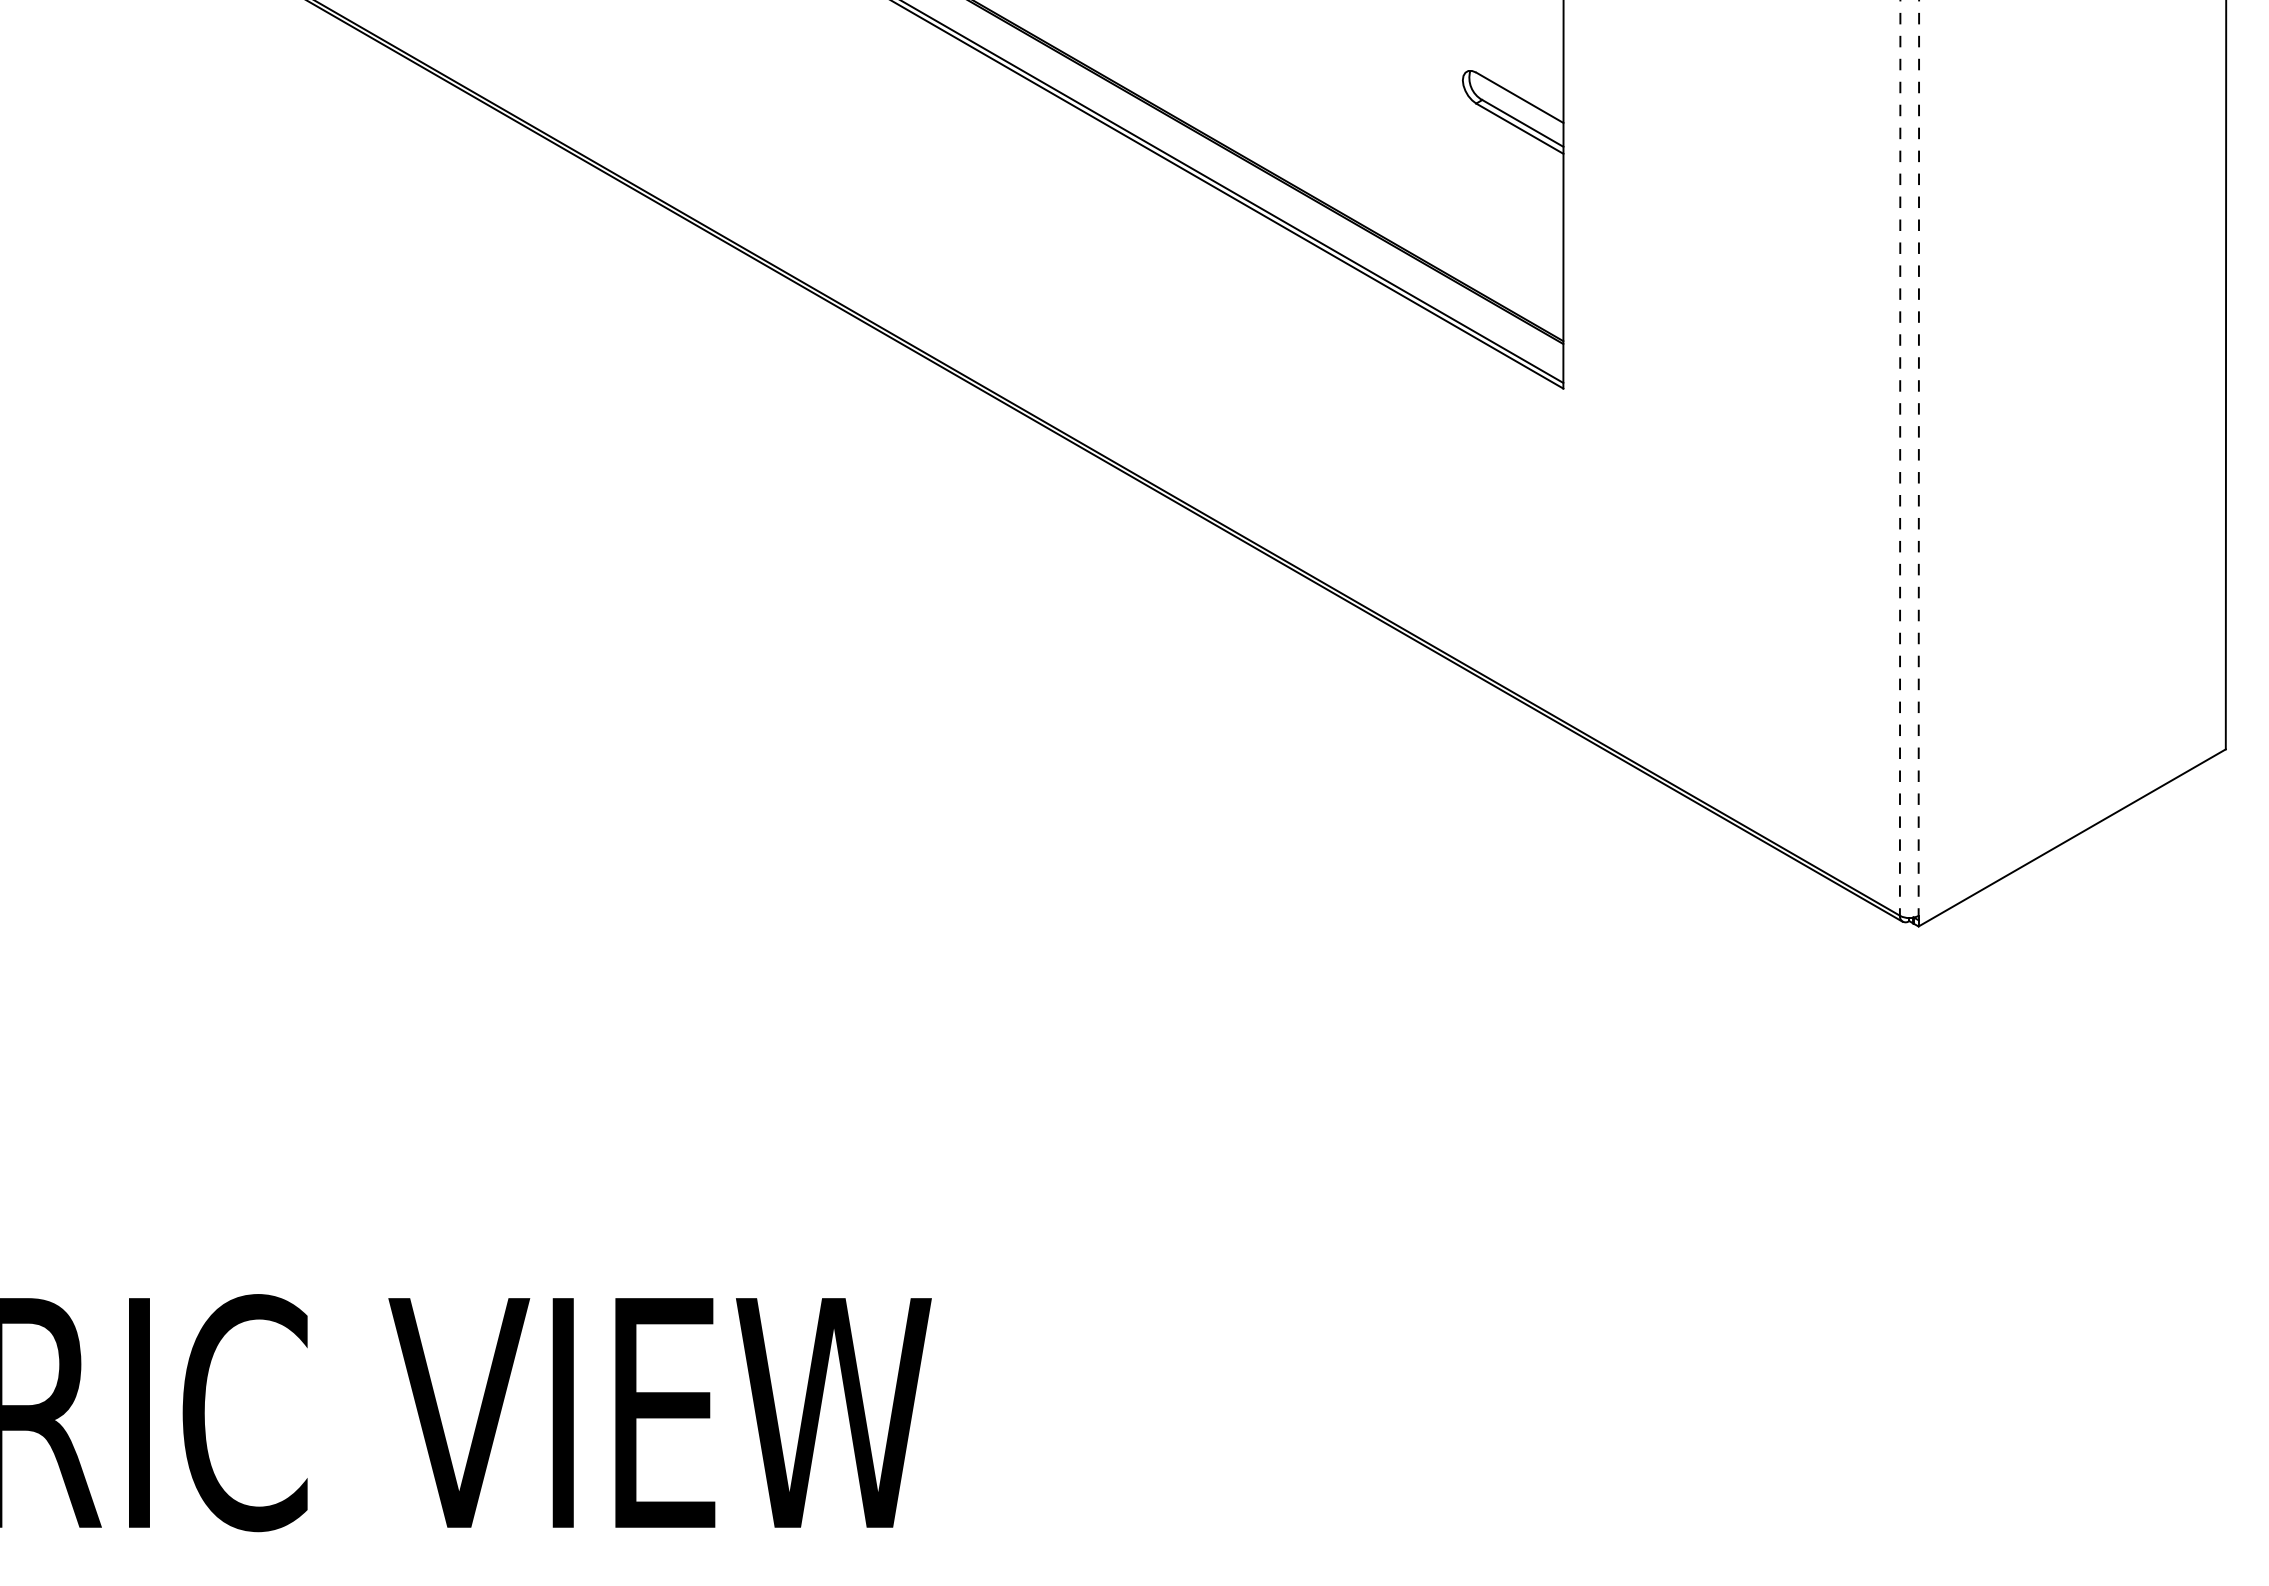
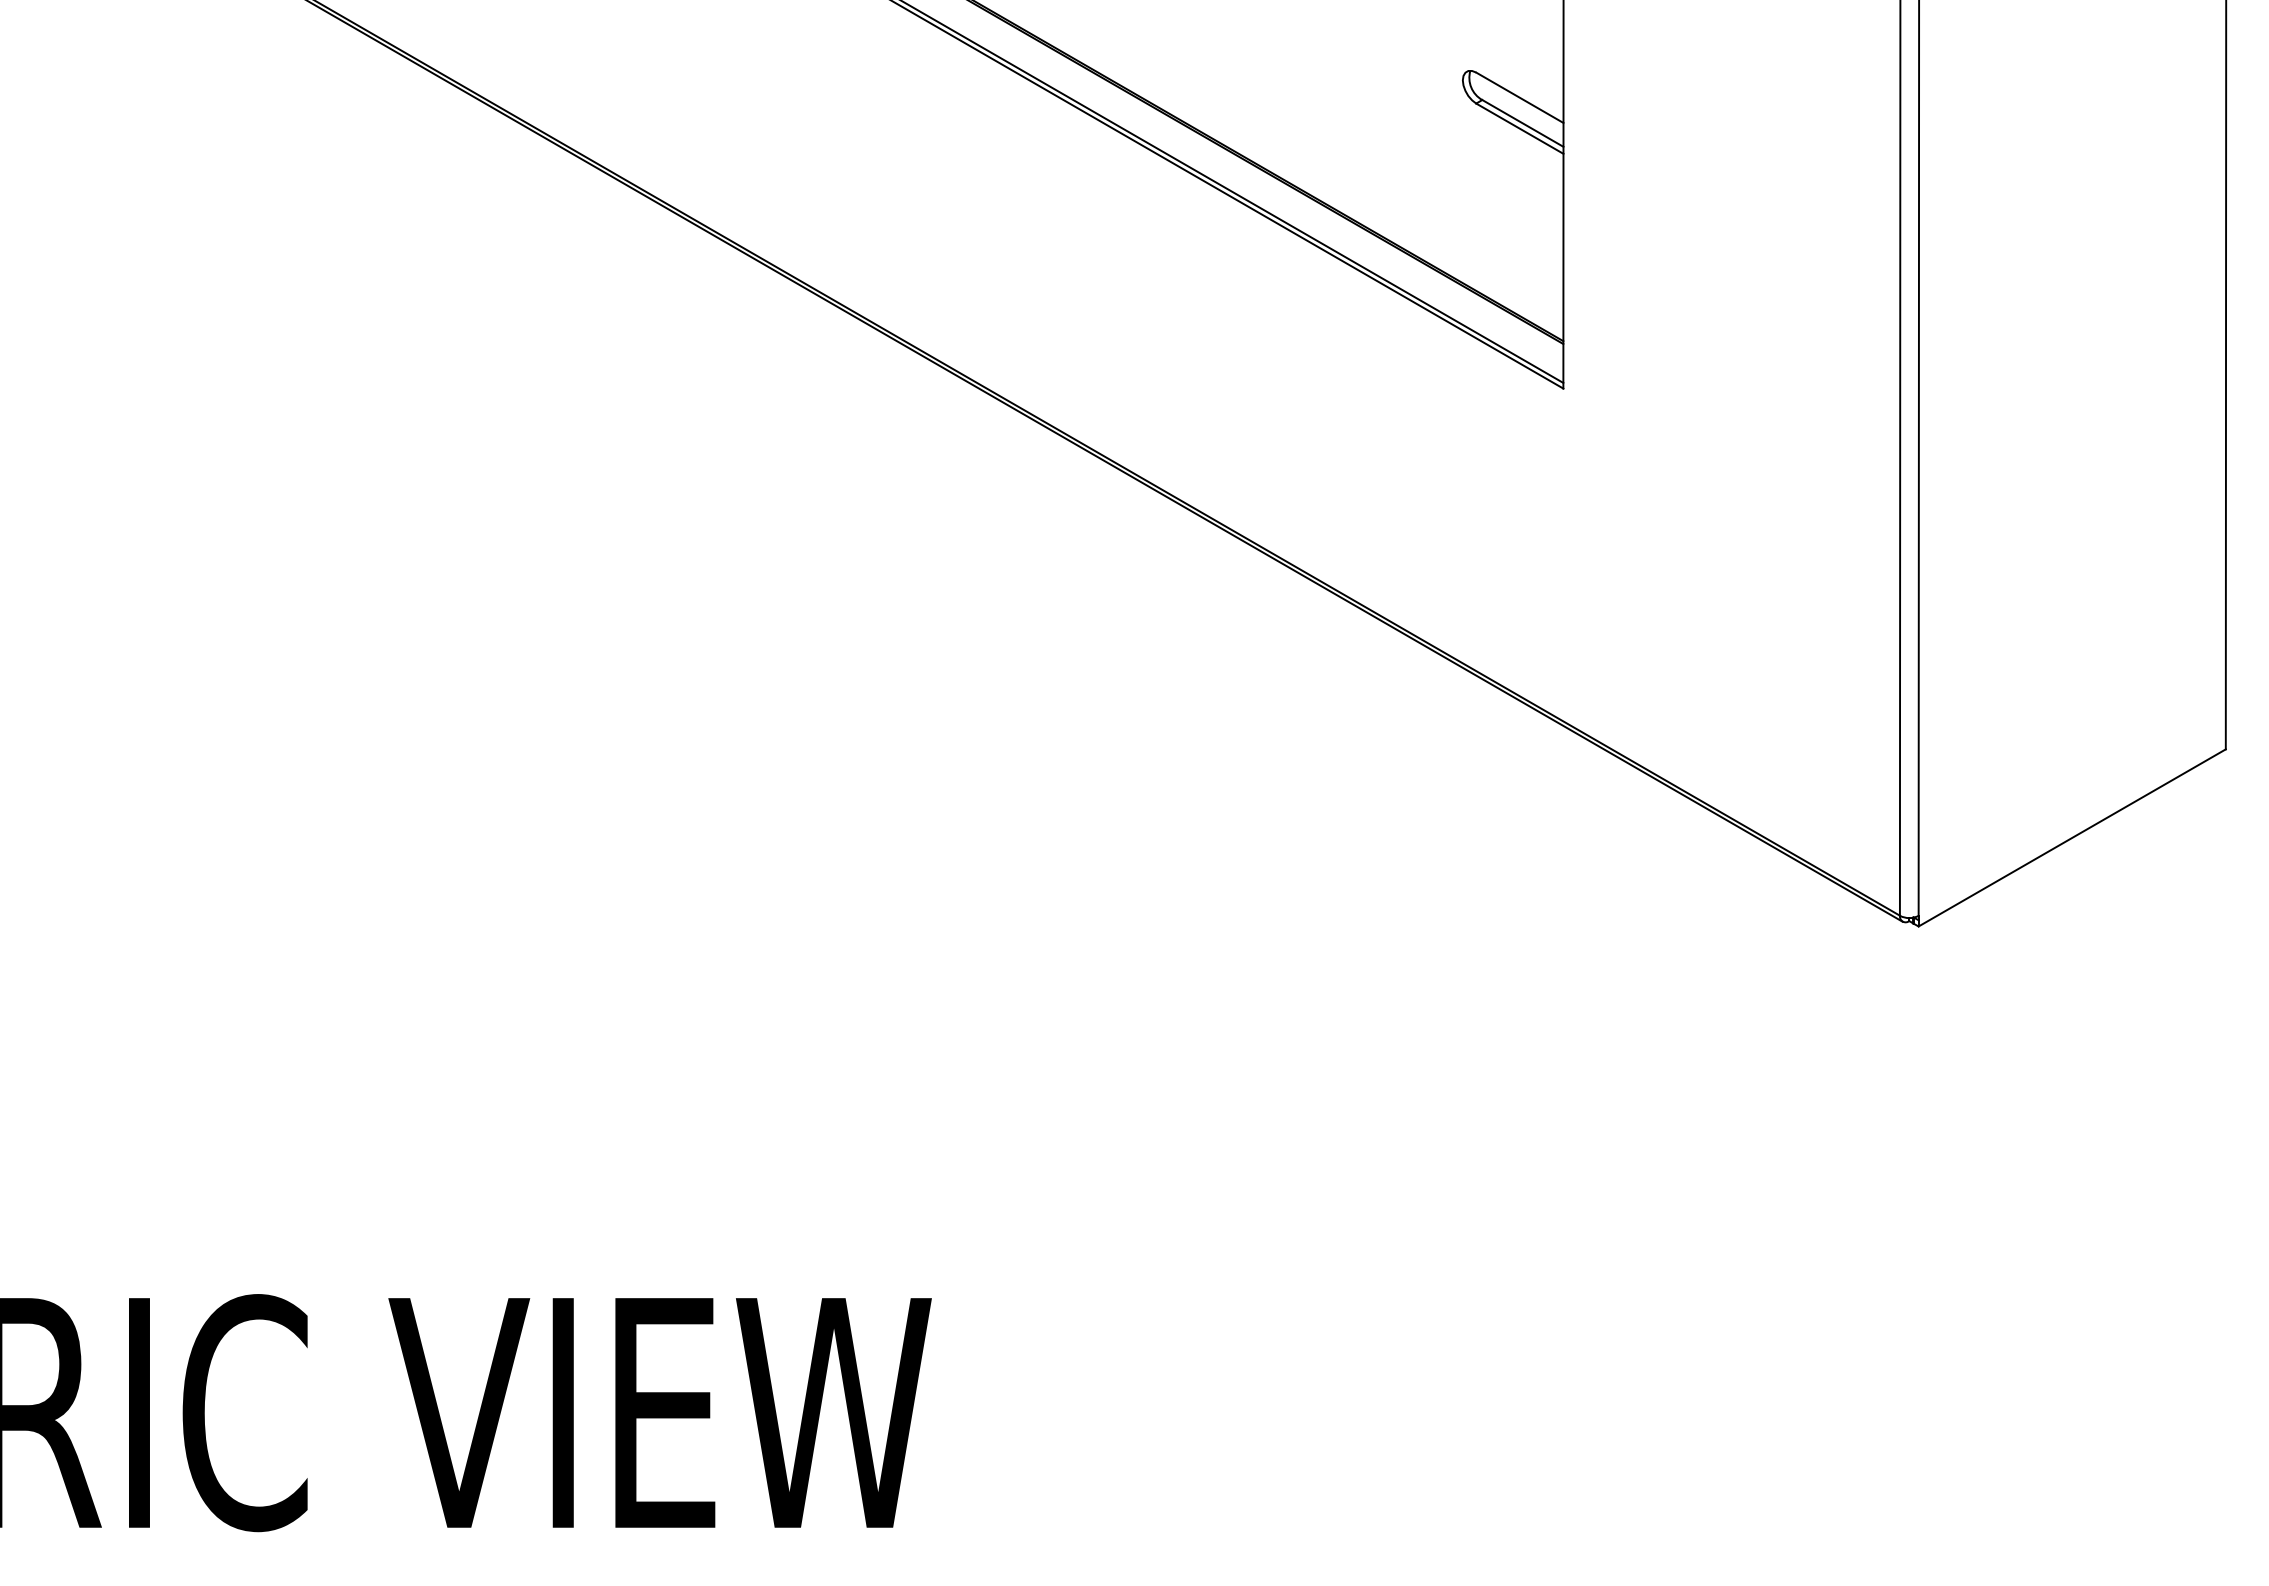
line at (1900, 458): dashed -> solid
line at (1918, 458): dashed -> solid
